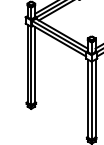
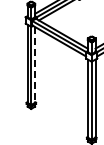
line at (35, 64): solid -> dashed
